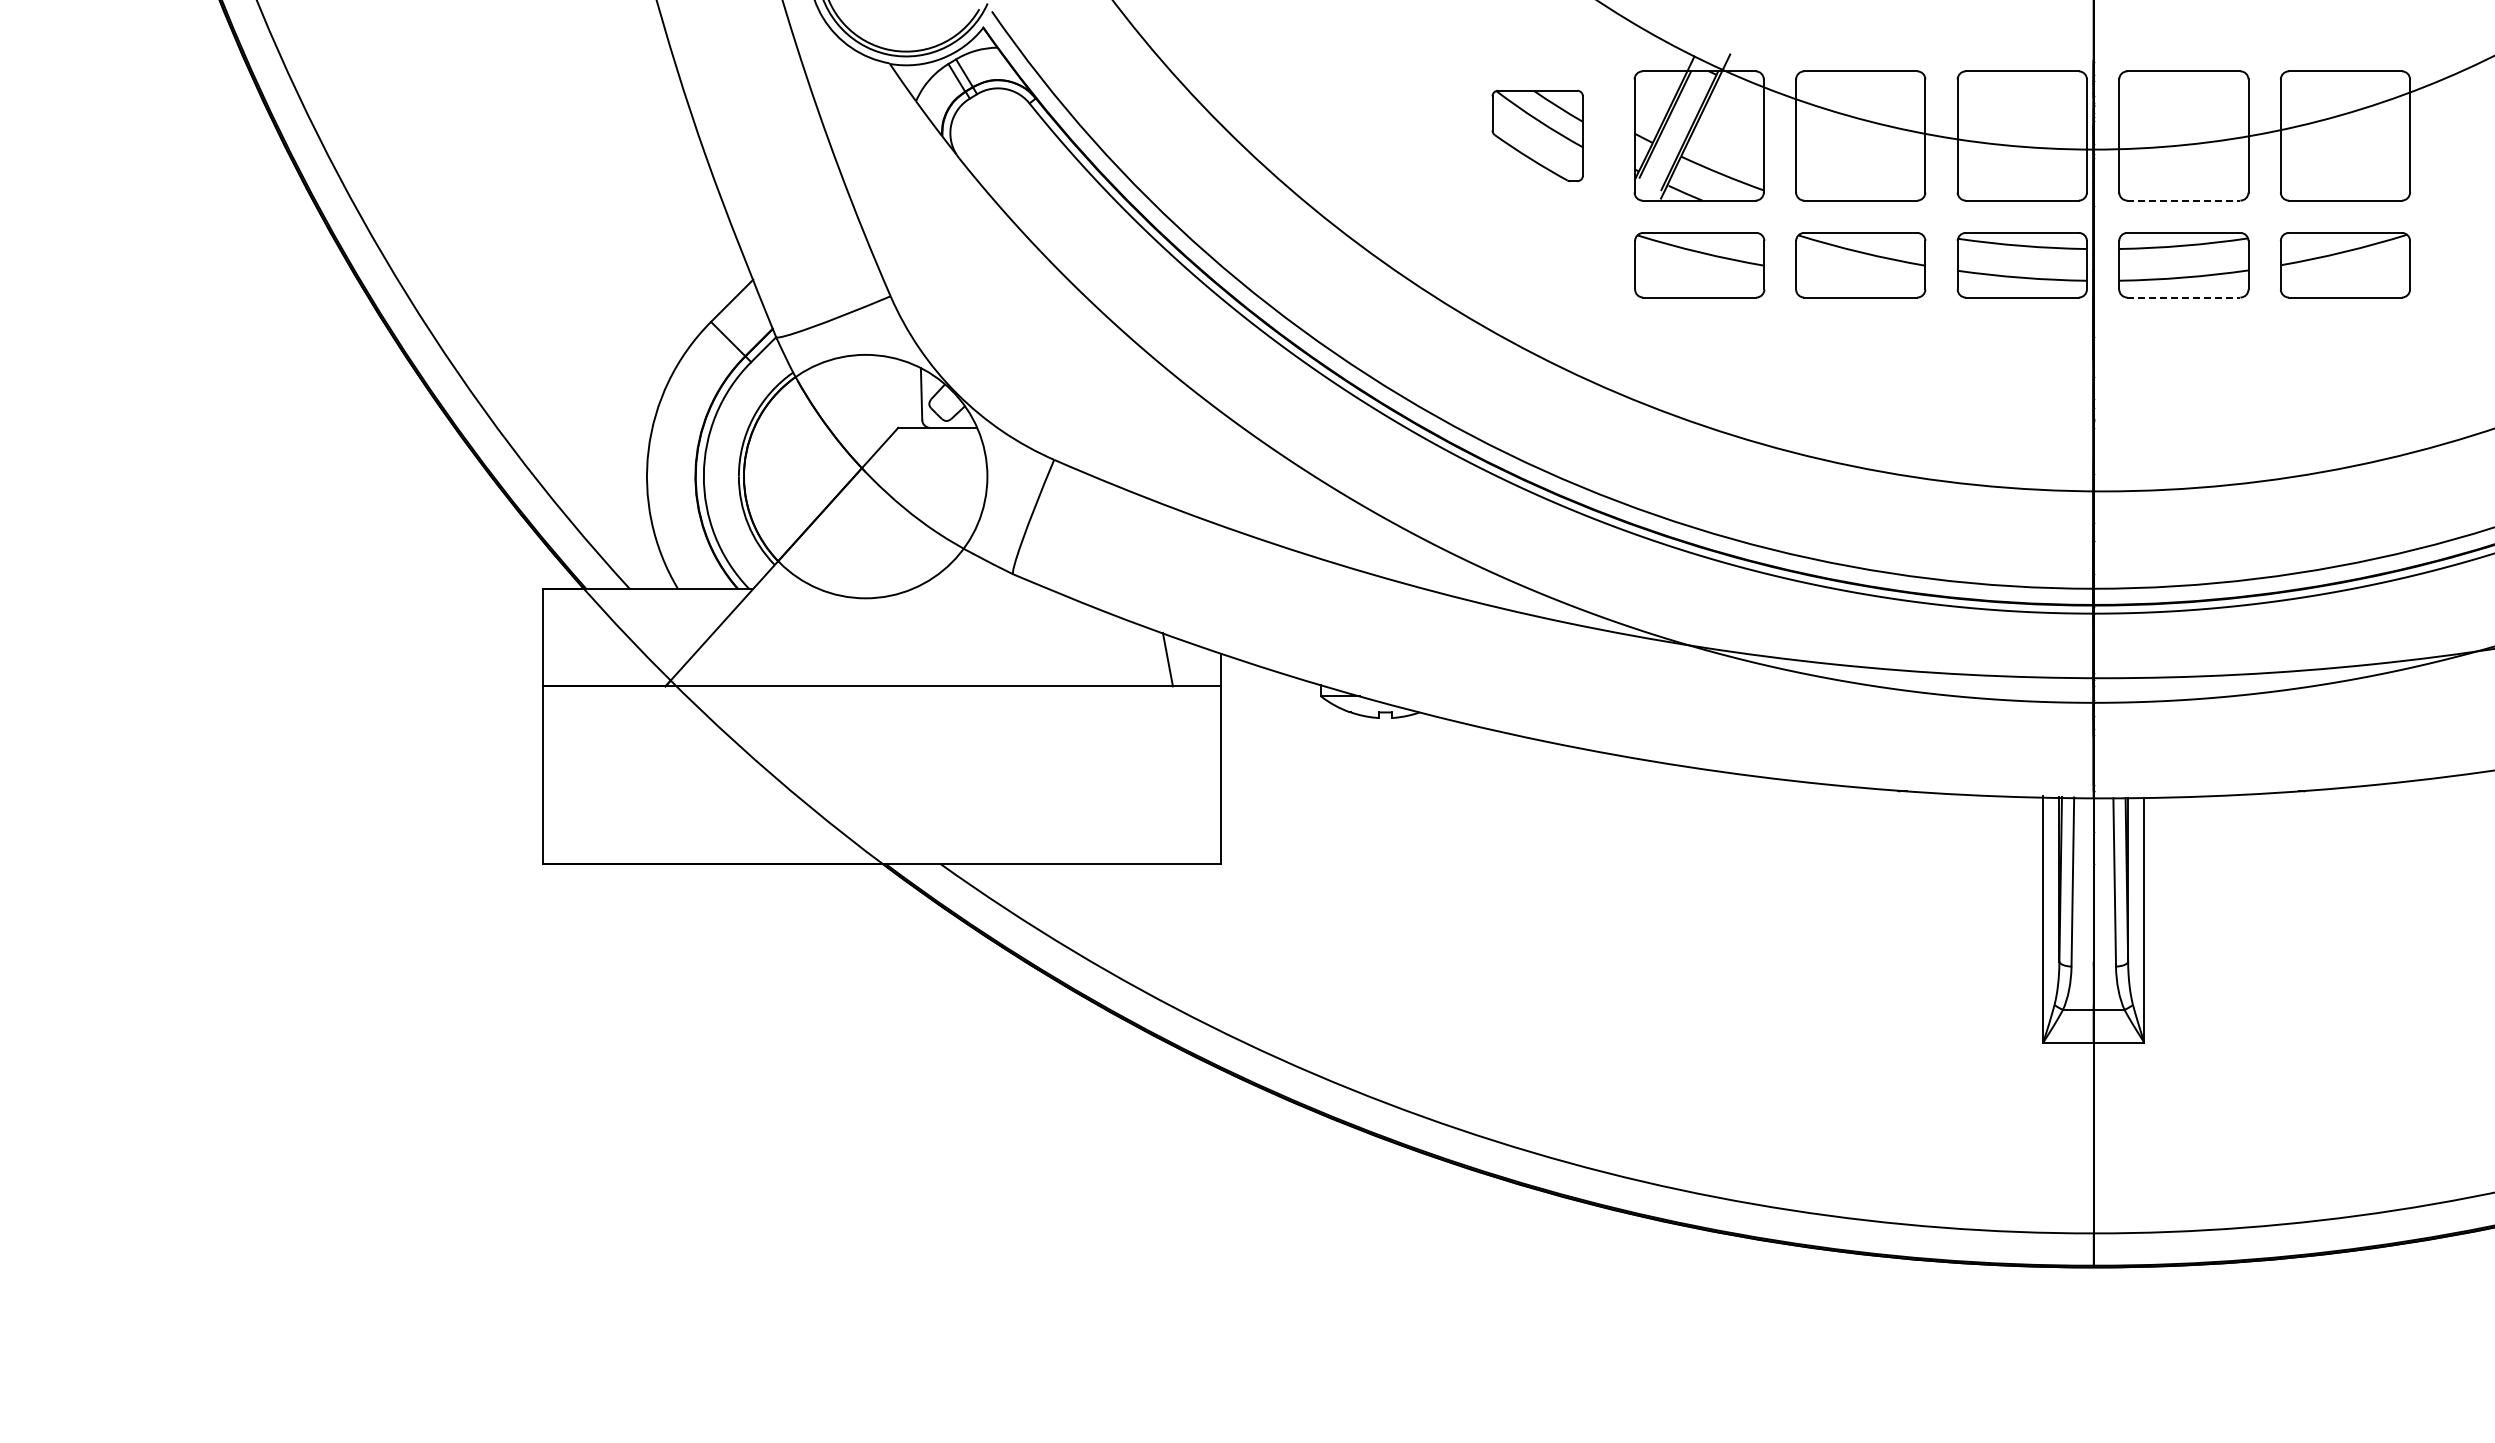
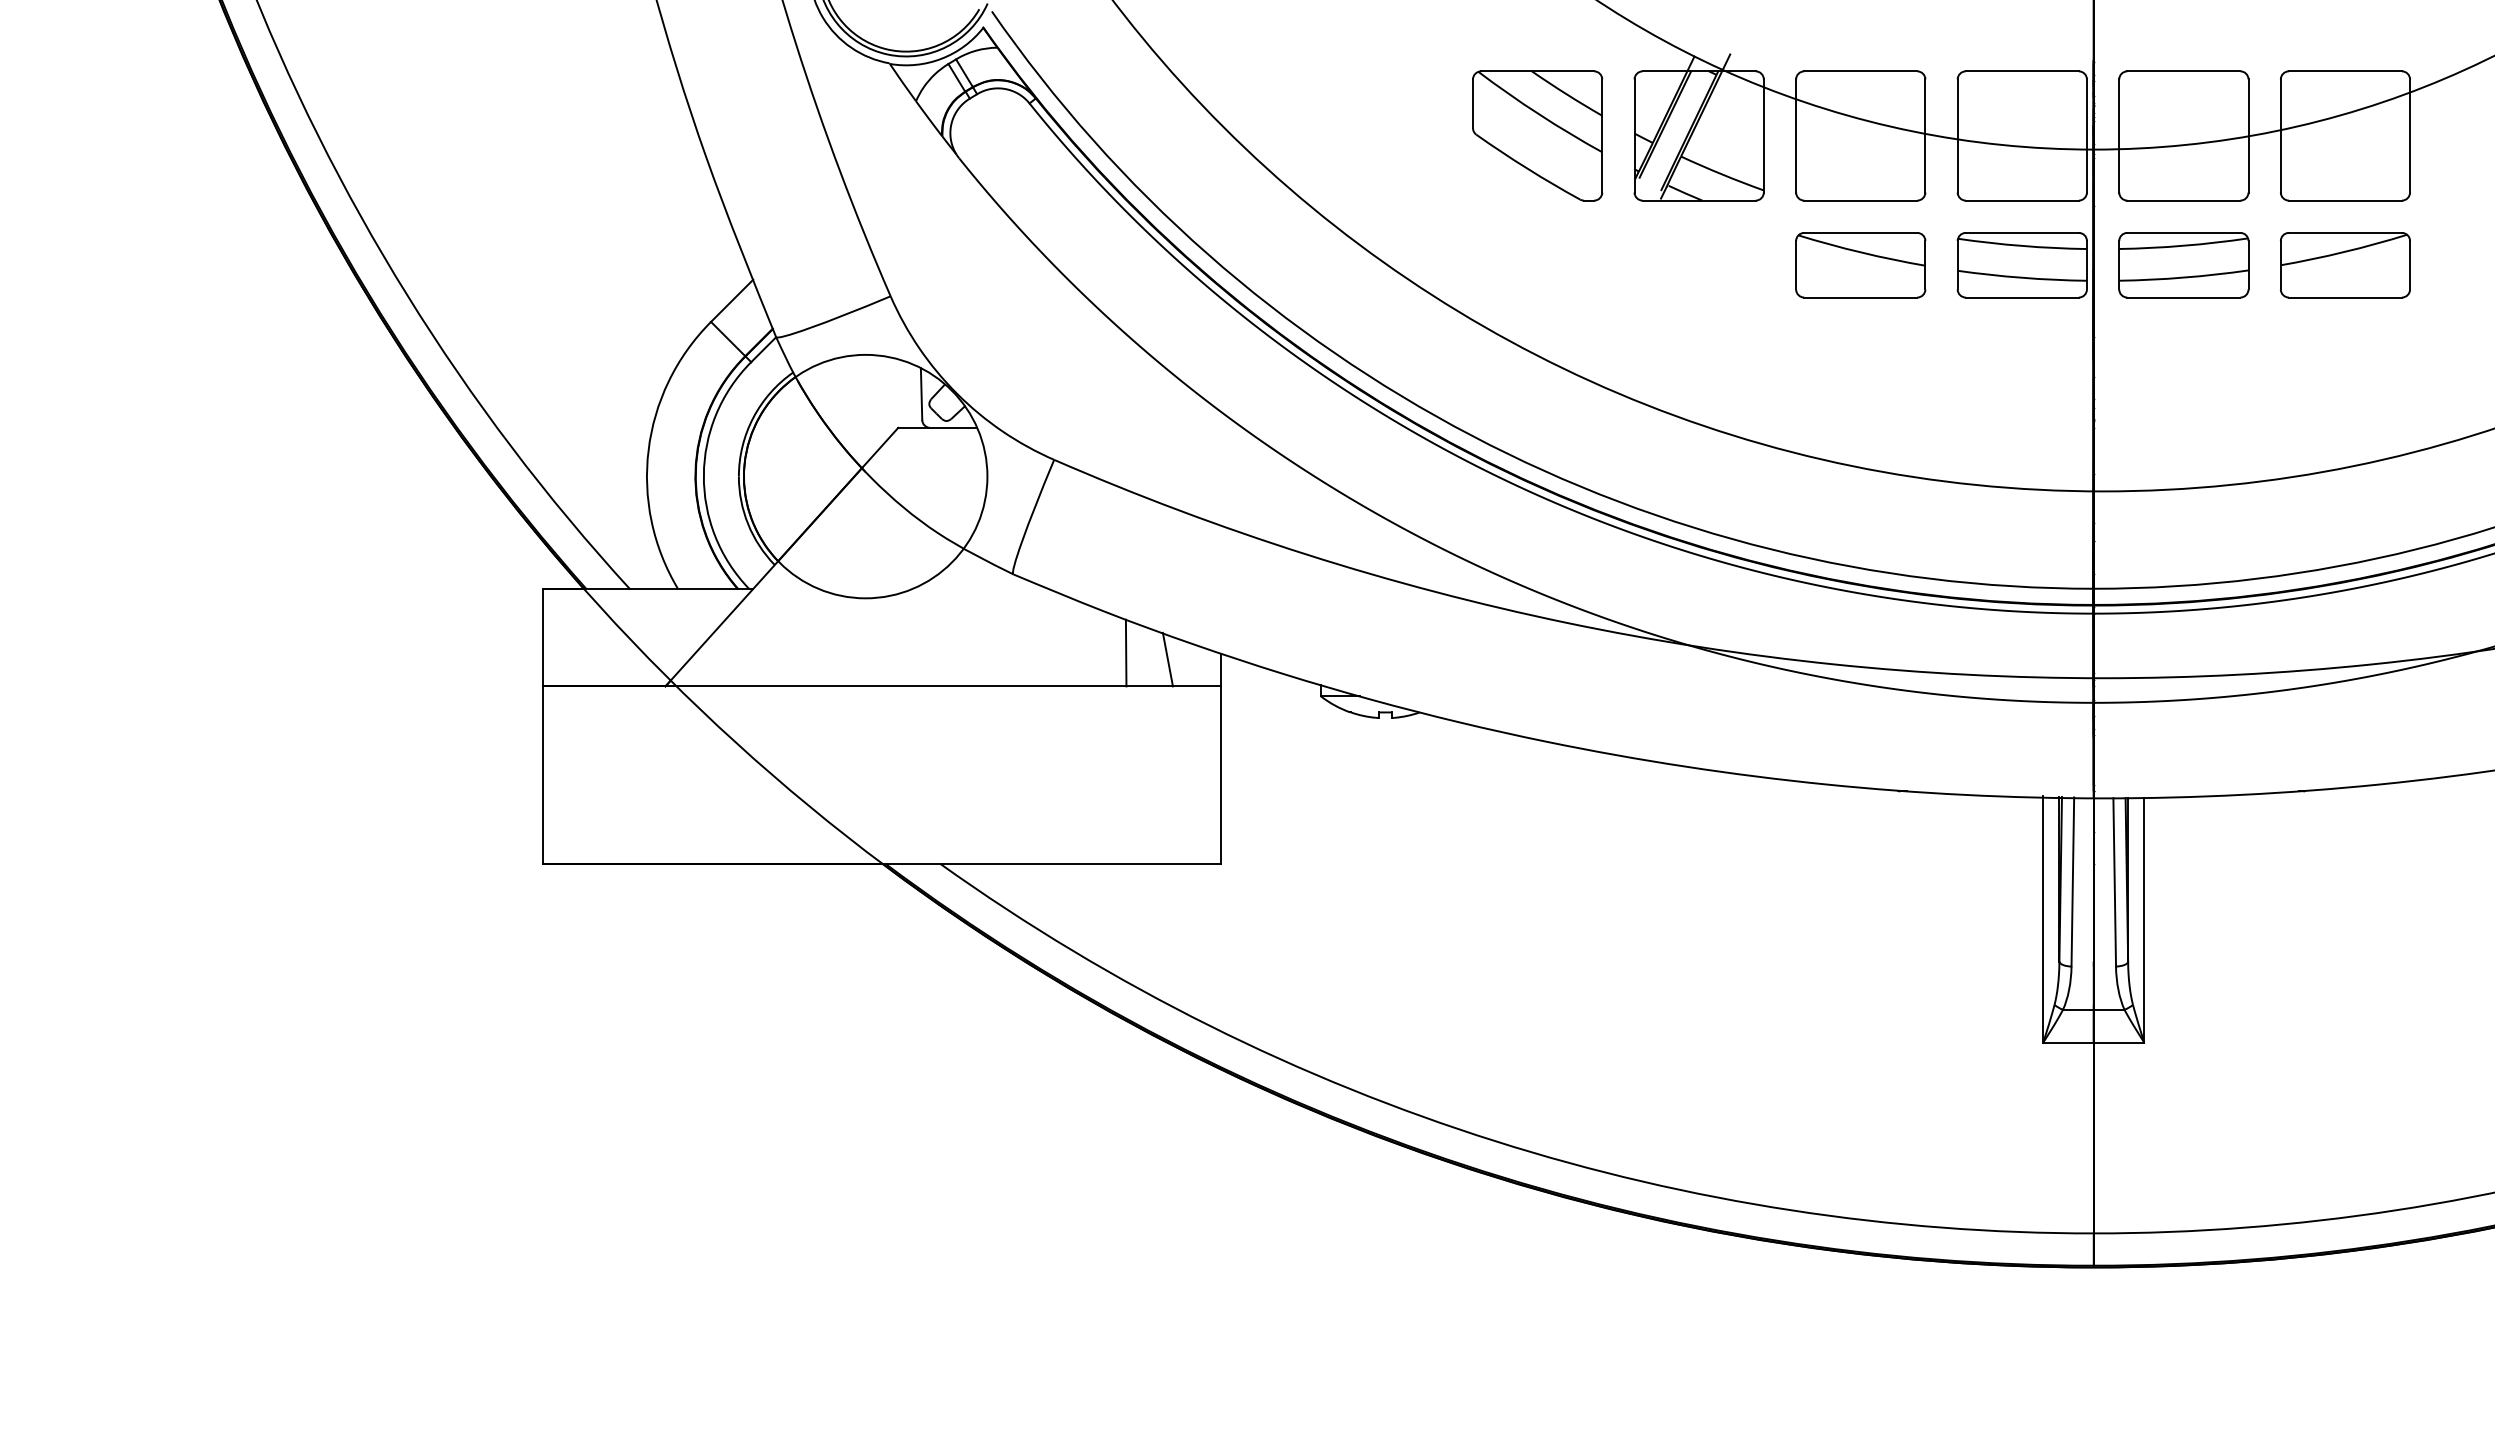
part at (1537, 135) size: 93x93 px -> 132x132 px
line at (2183, 200): dashed -> solid
part at (1699, 265): present -> none
line at (2183, 297): dashed -> solid
line at (1125, 652): none -> present
